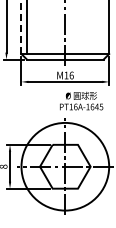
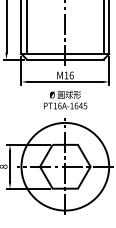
line at (21, 27): dashed -> solid
line at (103, 28): none -> present
text at (81, 100) position: (81, 100) -> (65, 99)
